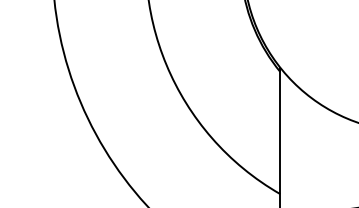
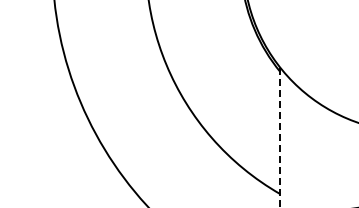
line at (280, 137): solid -> dashed
